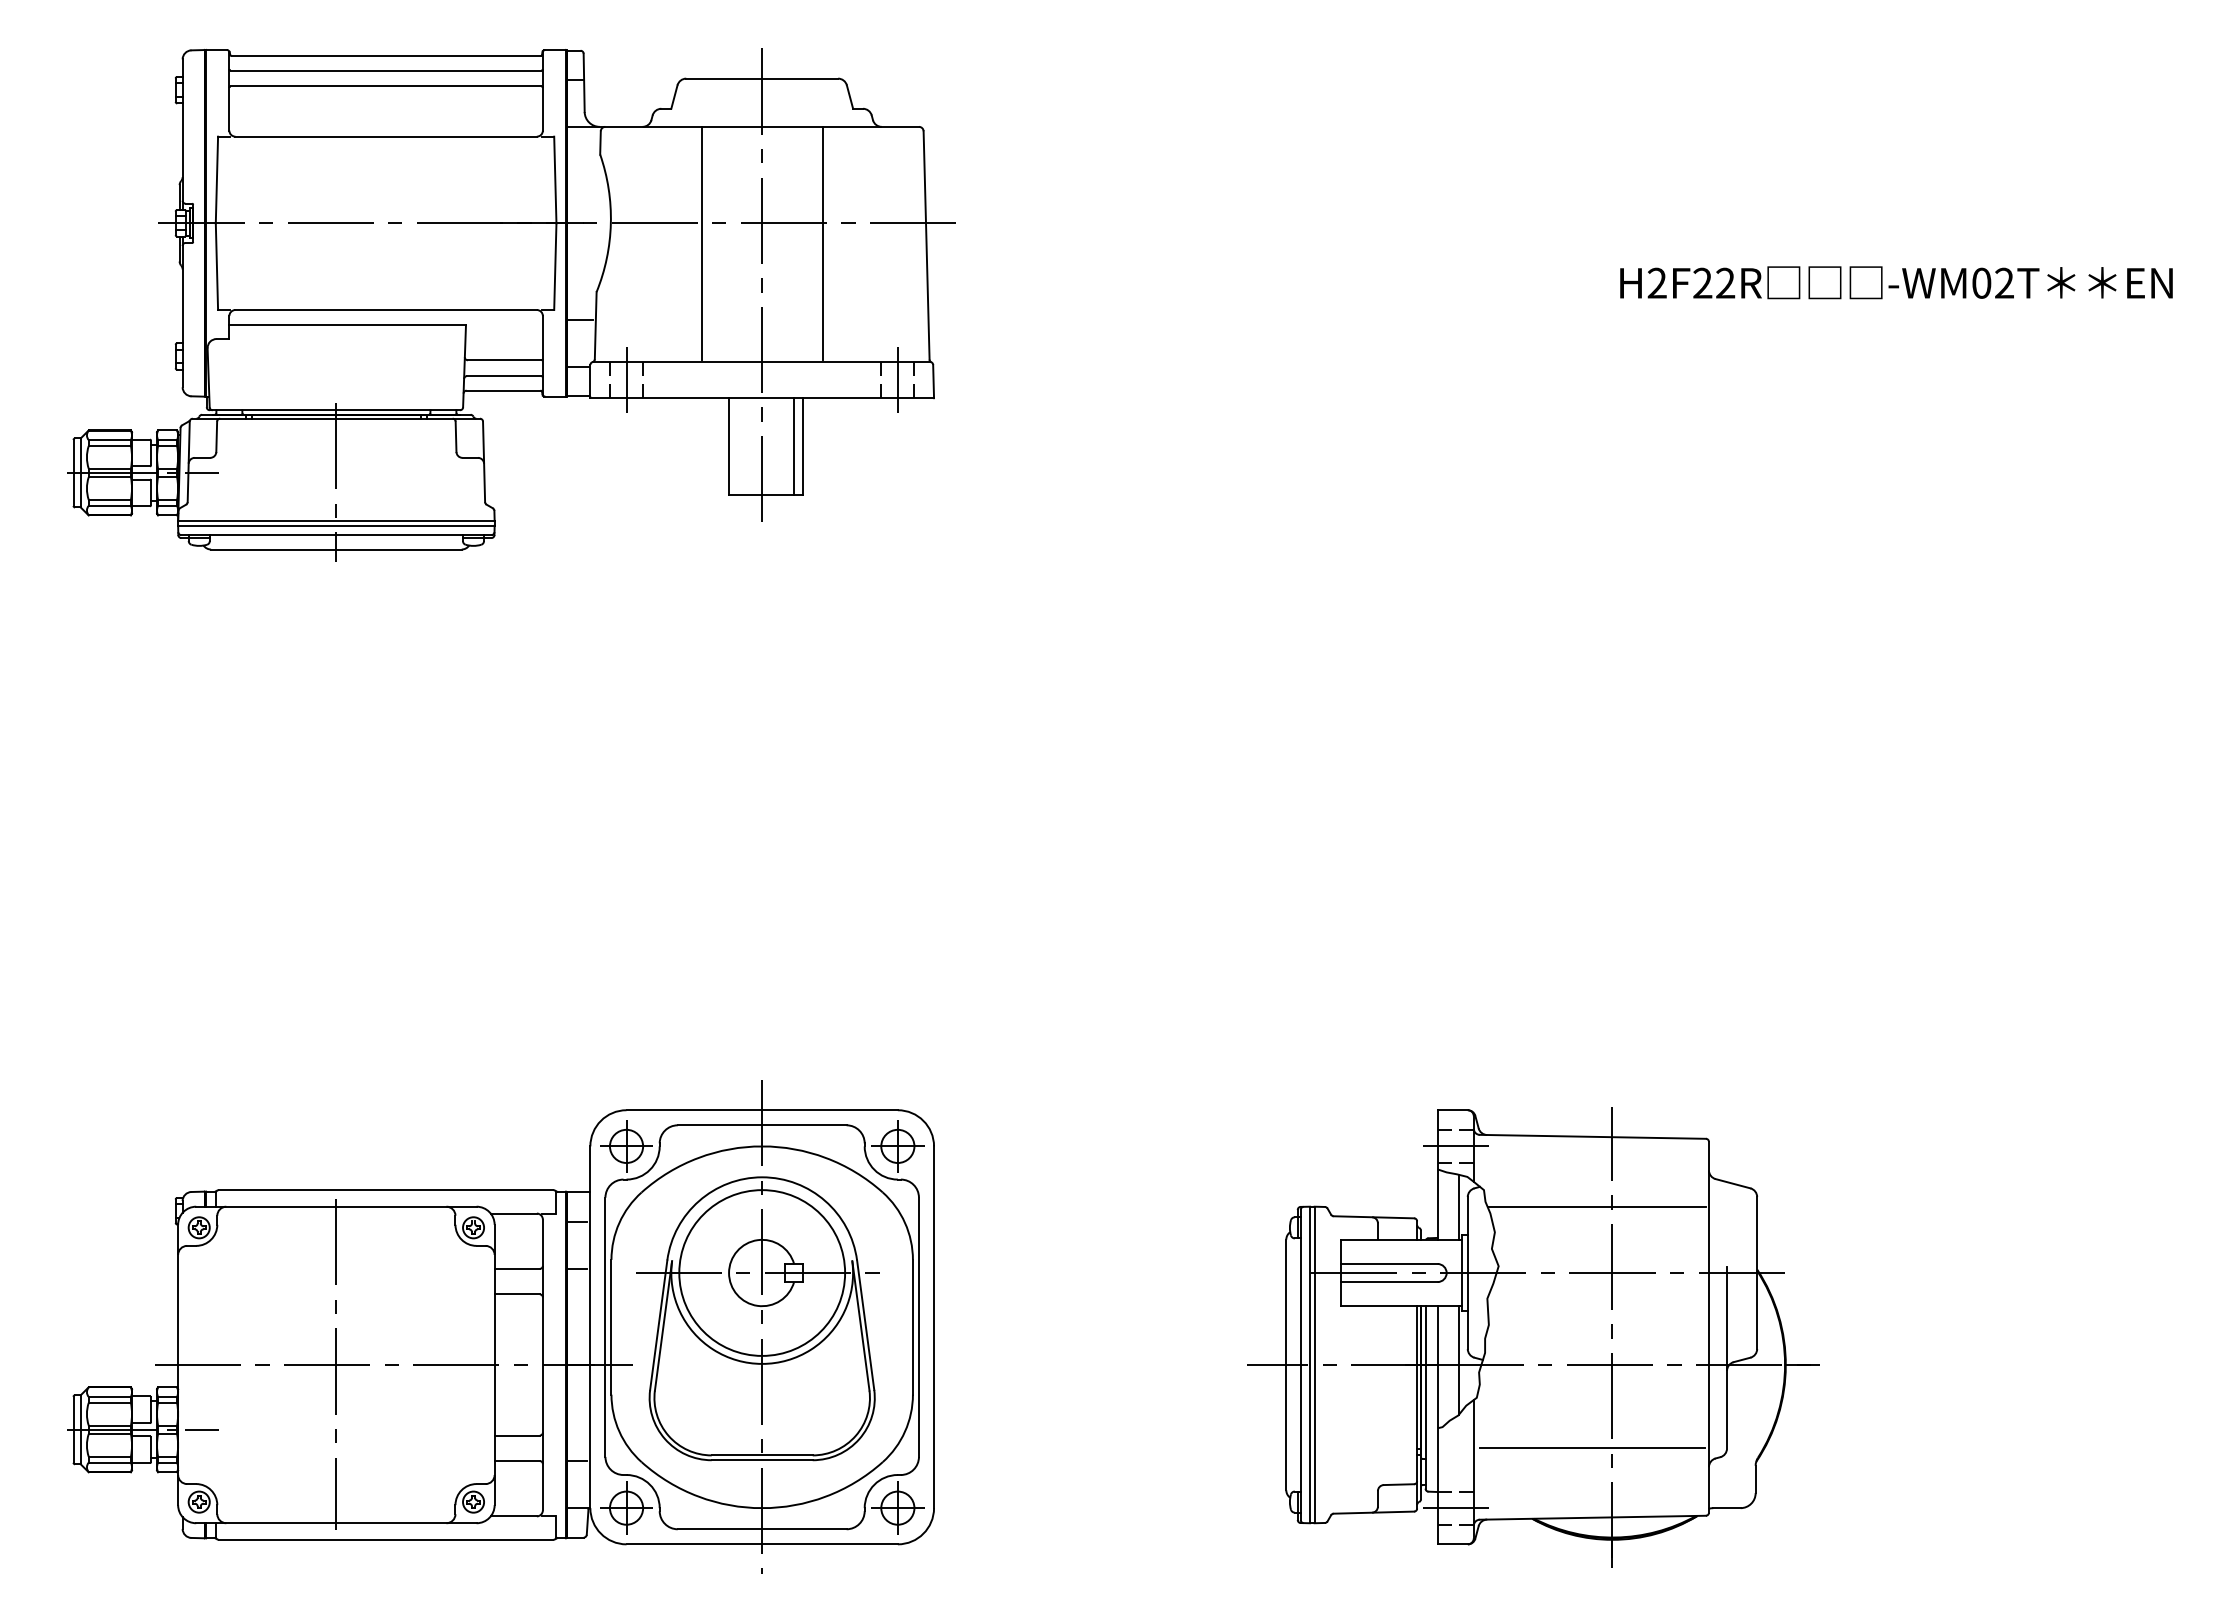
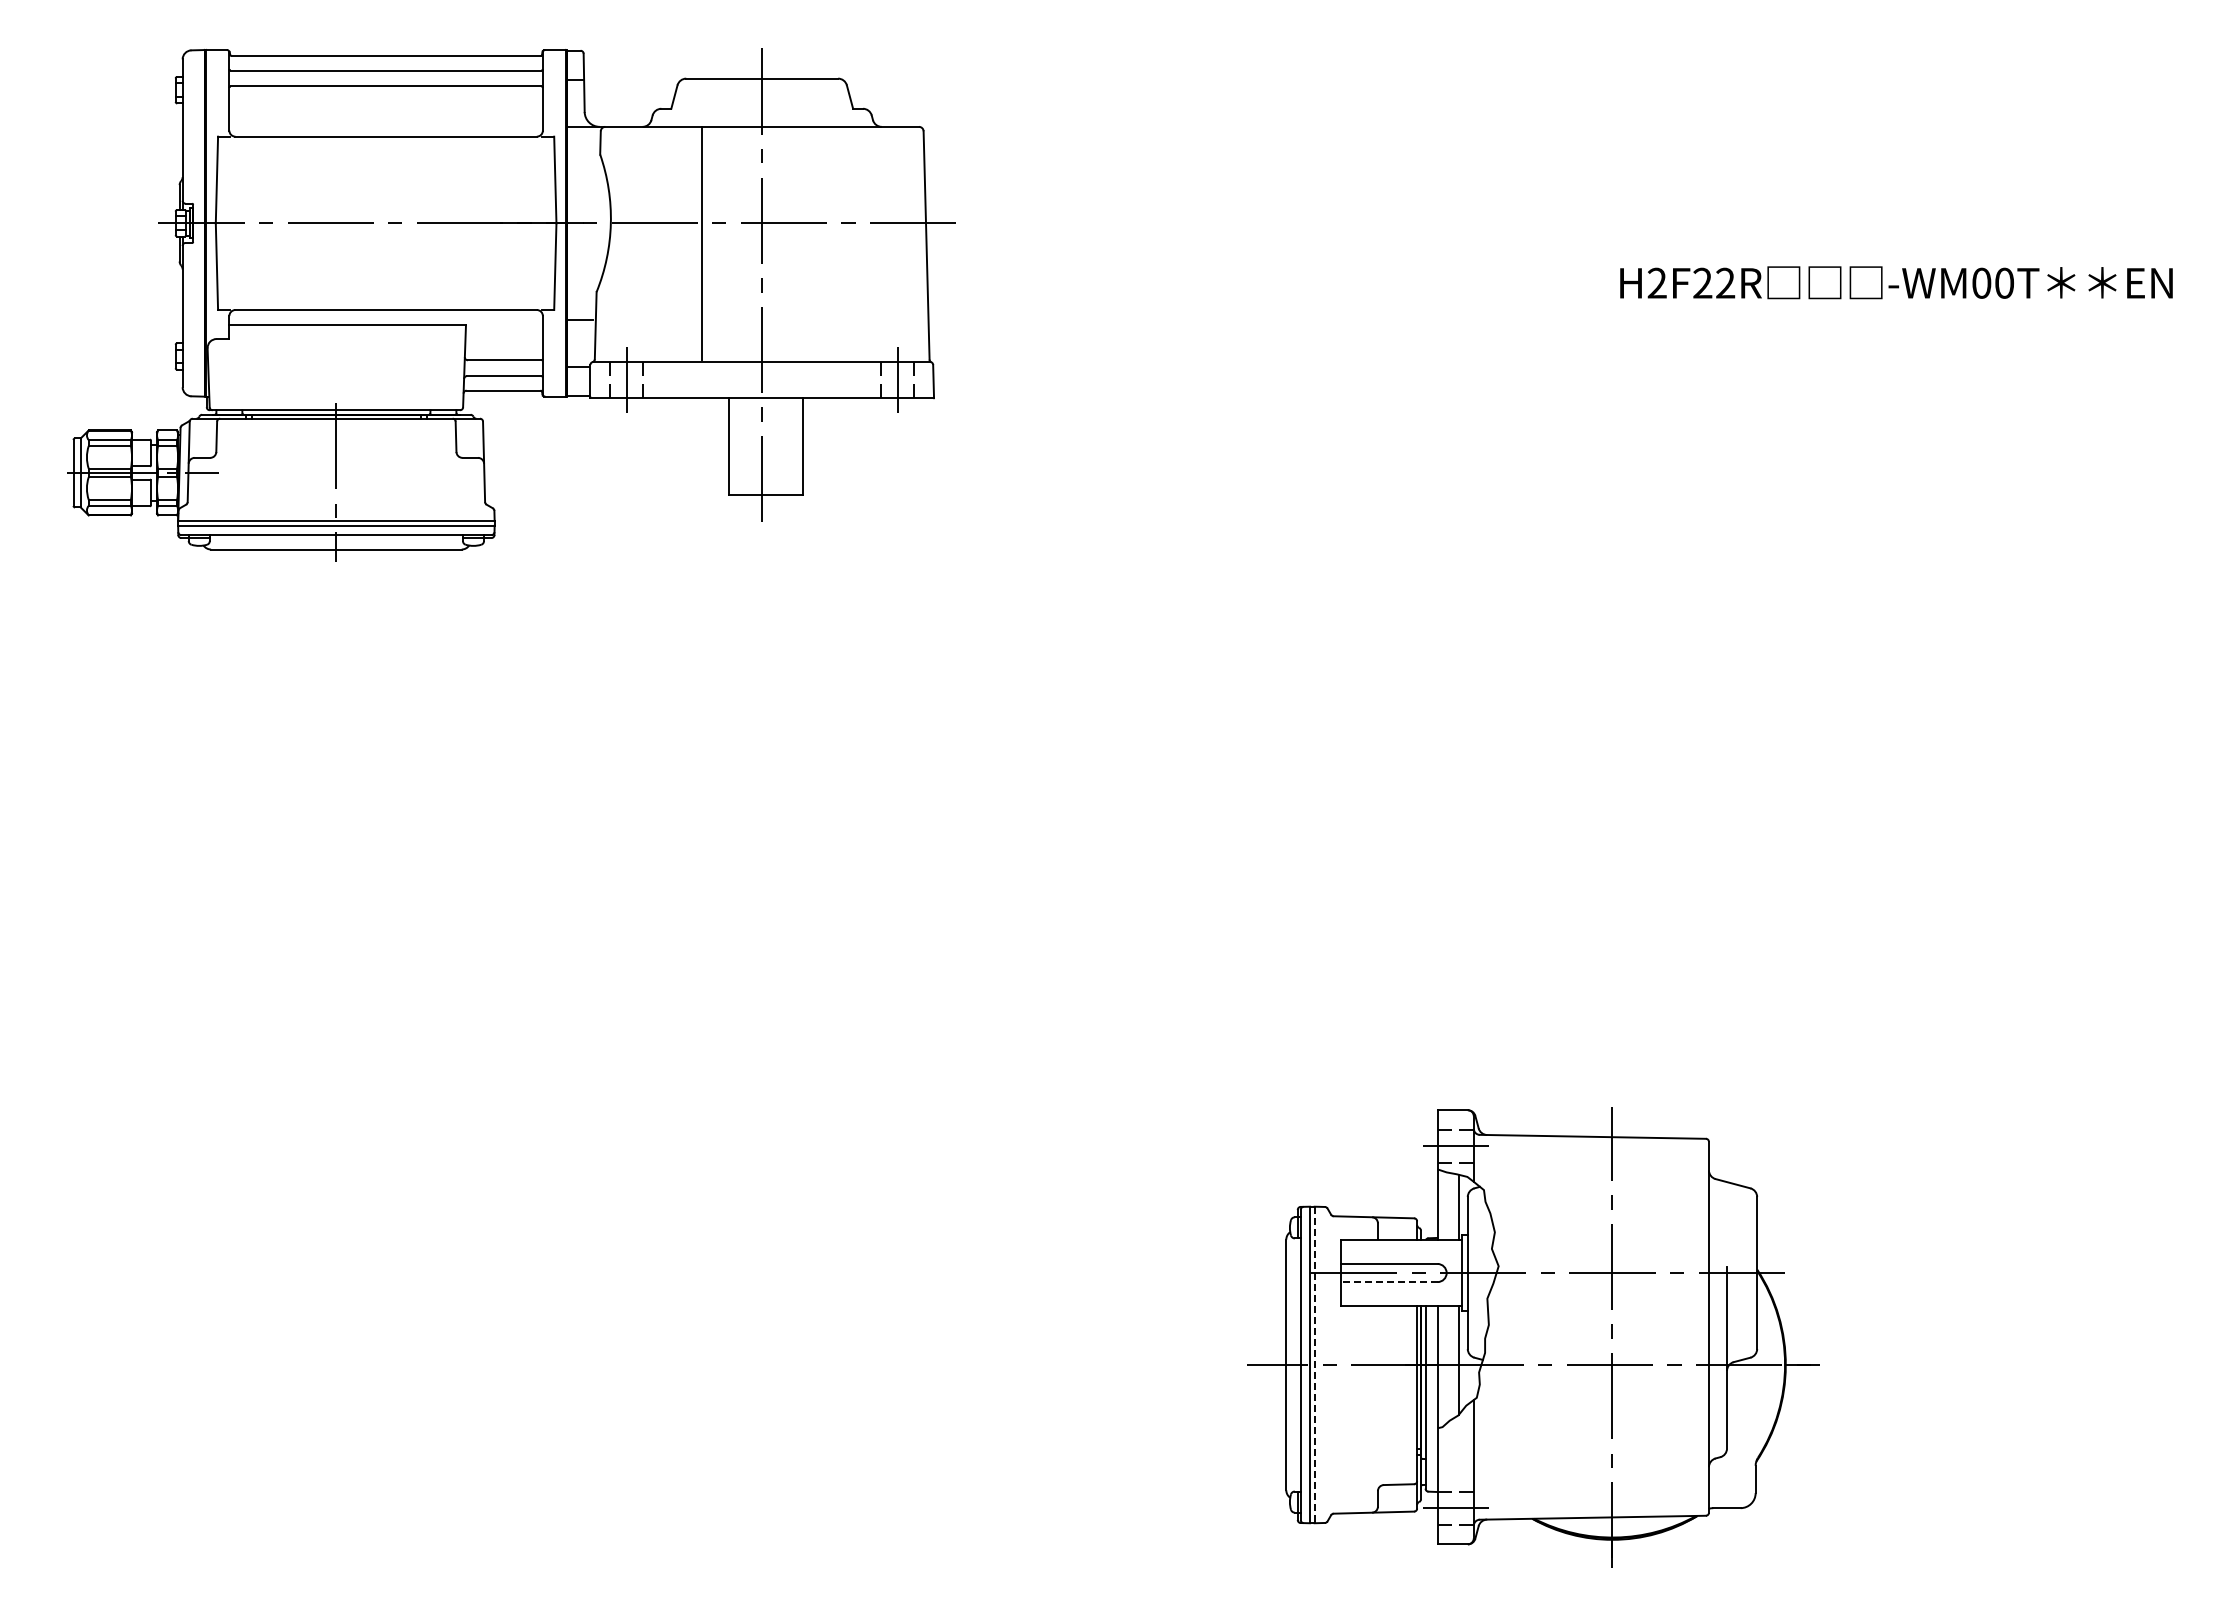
line at (822, 242): present -> none
text at (2004, 282): -WM02T -> -WM00T
line at (794, 446): present -> none
line at (1596, 1206): present -> none
line at (1388, 1282): solid -> dashed
part at (500, 1326): present -> none
line at (1314, 1365): solid -> dashed
line at (1591, 1447): present -> none
